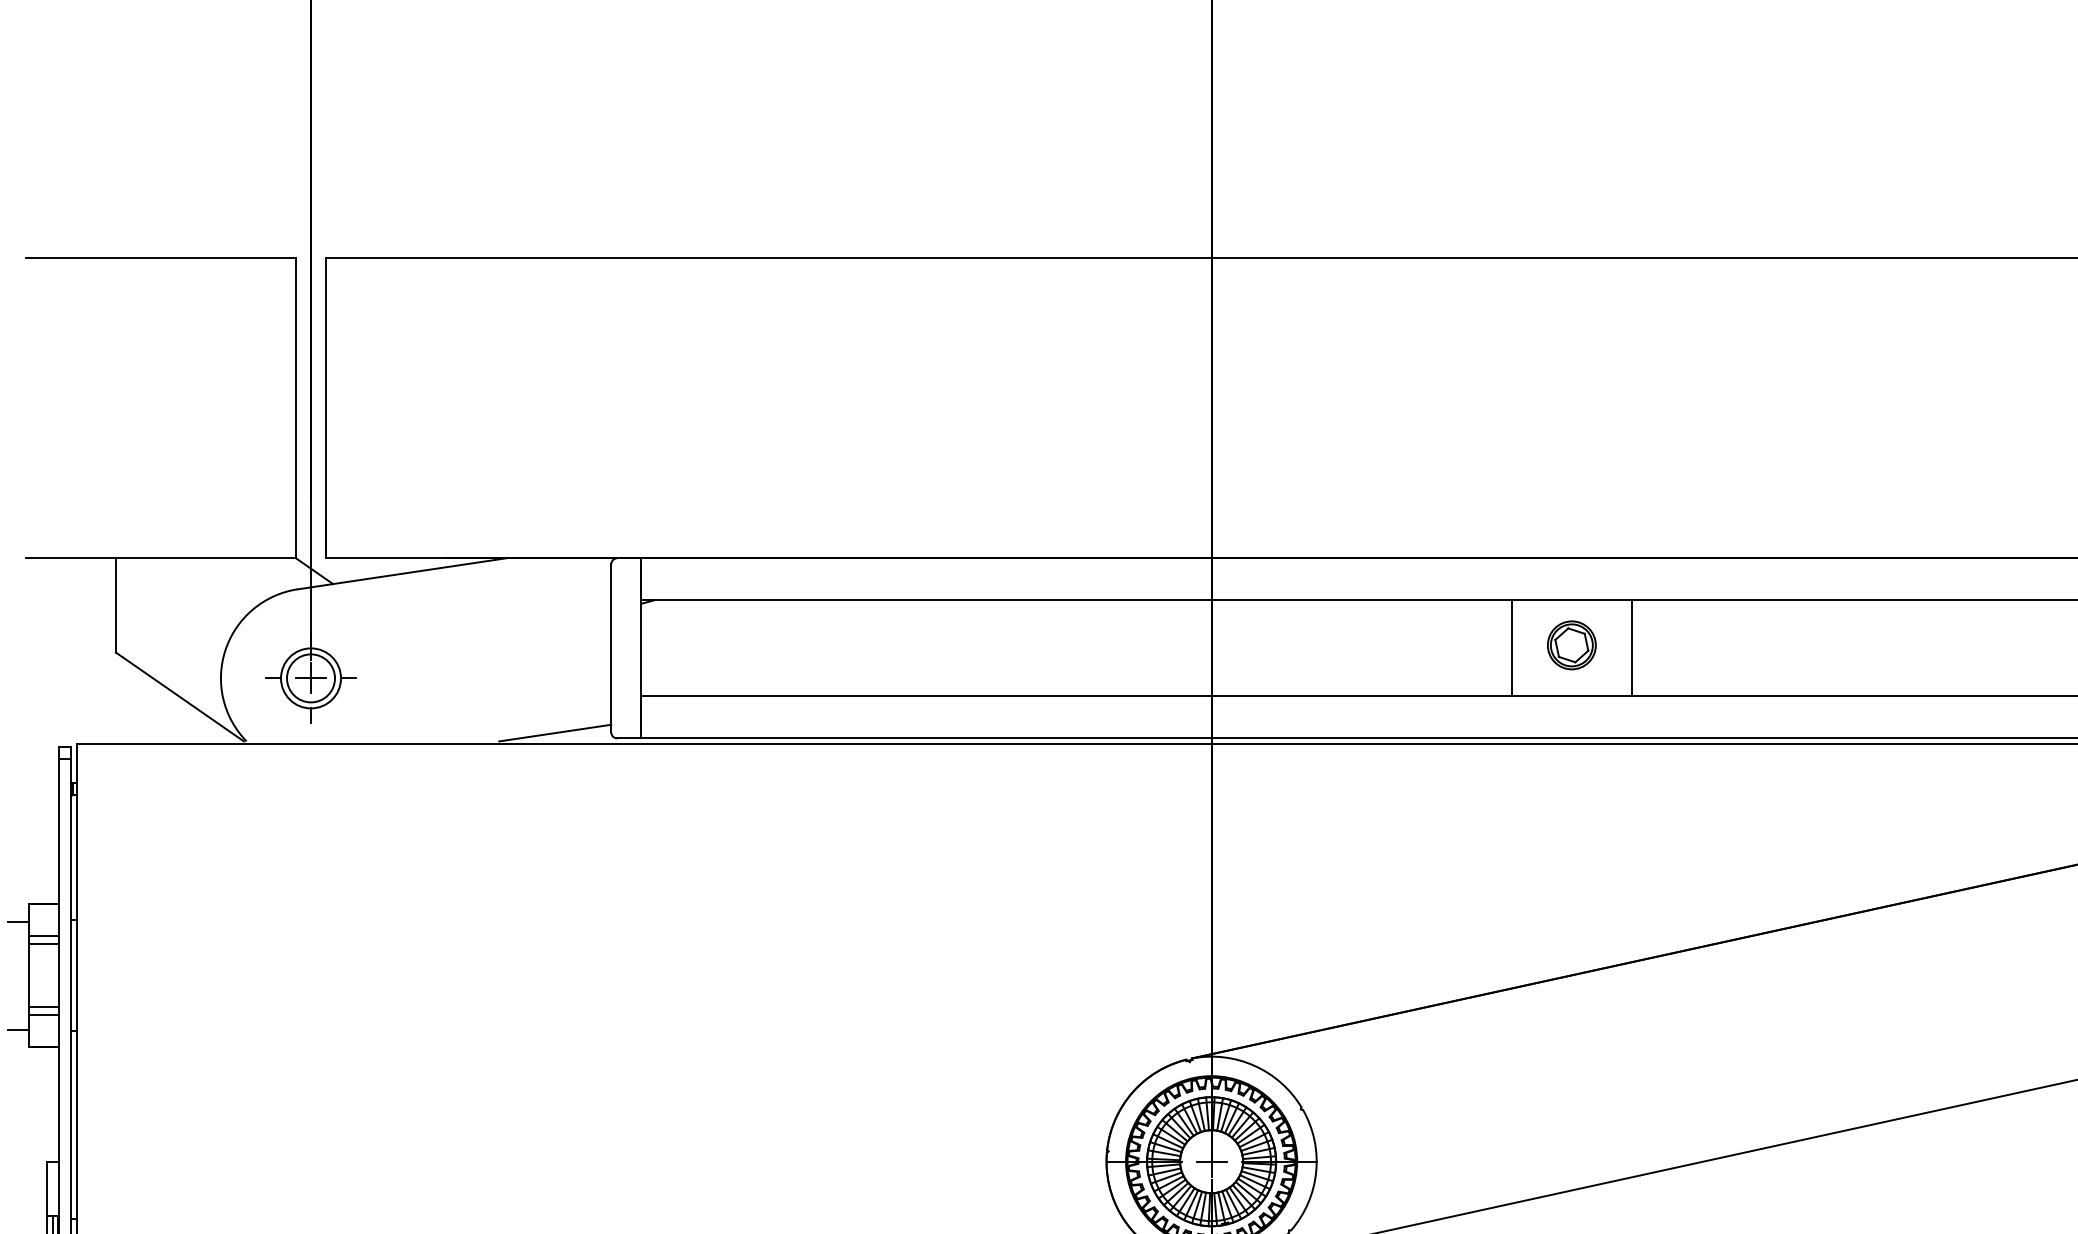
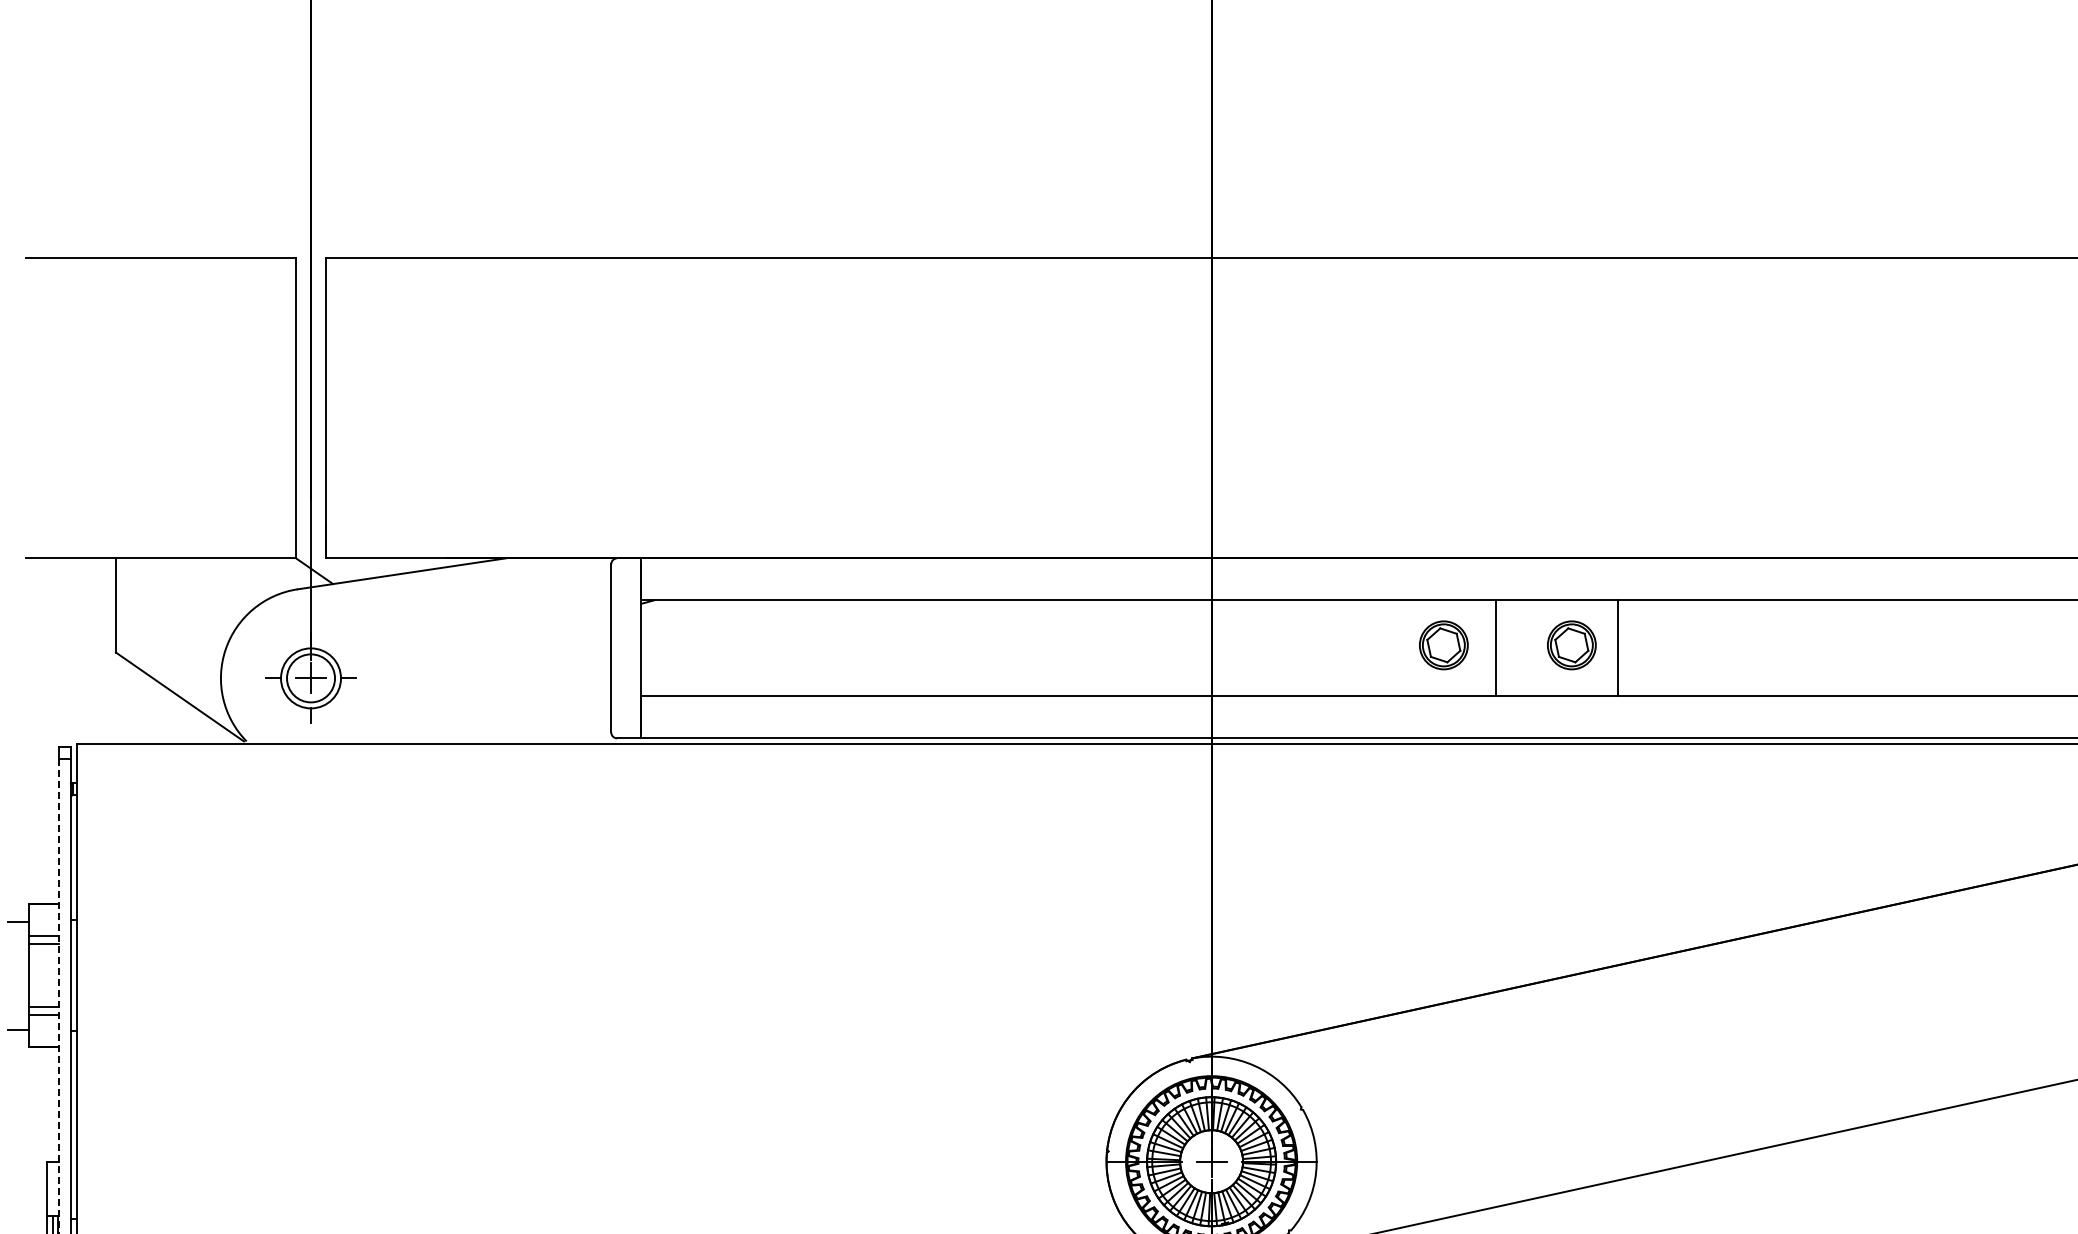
part at (1443, 645): none -> present
line at (1511, 648) position: (1511, 648) -> (1495, 648)
line at (1631, 648) position: (1631, 648) -> (1617, 648)
line at (555, 732): present -> none
line at (58, 997): solid -> dashed
